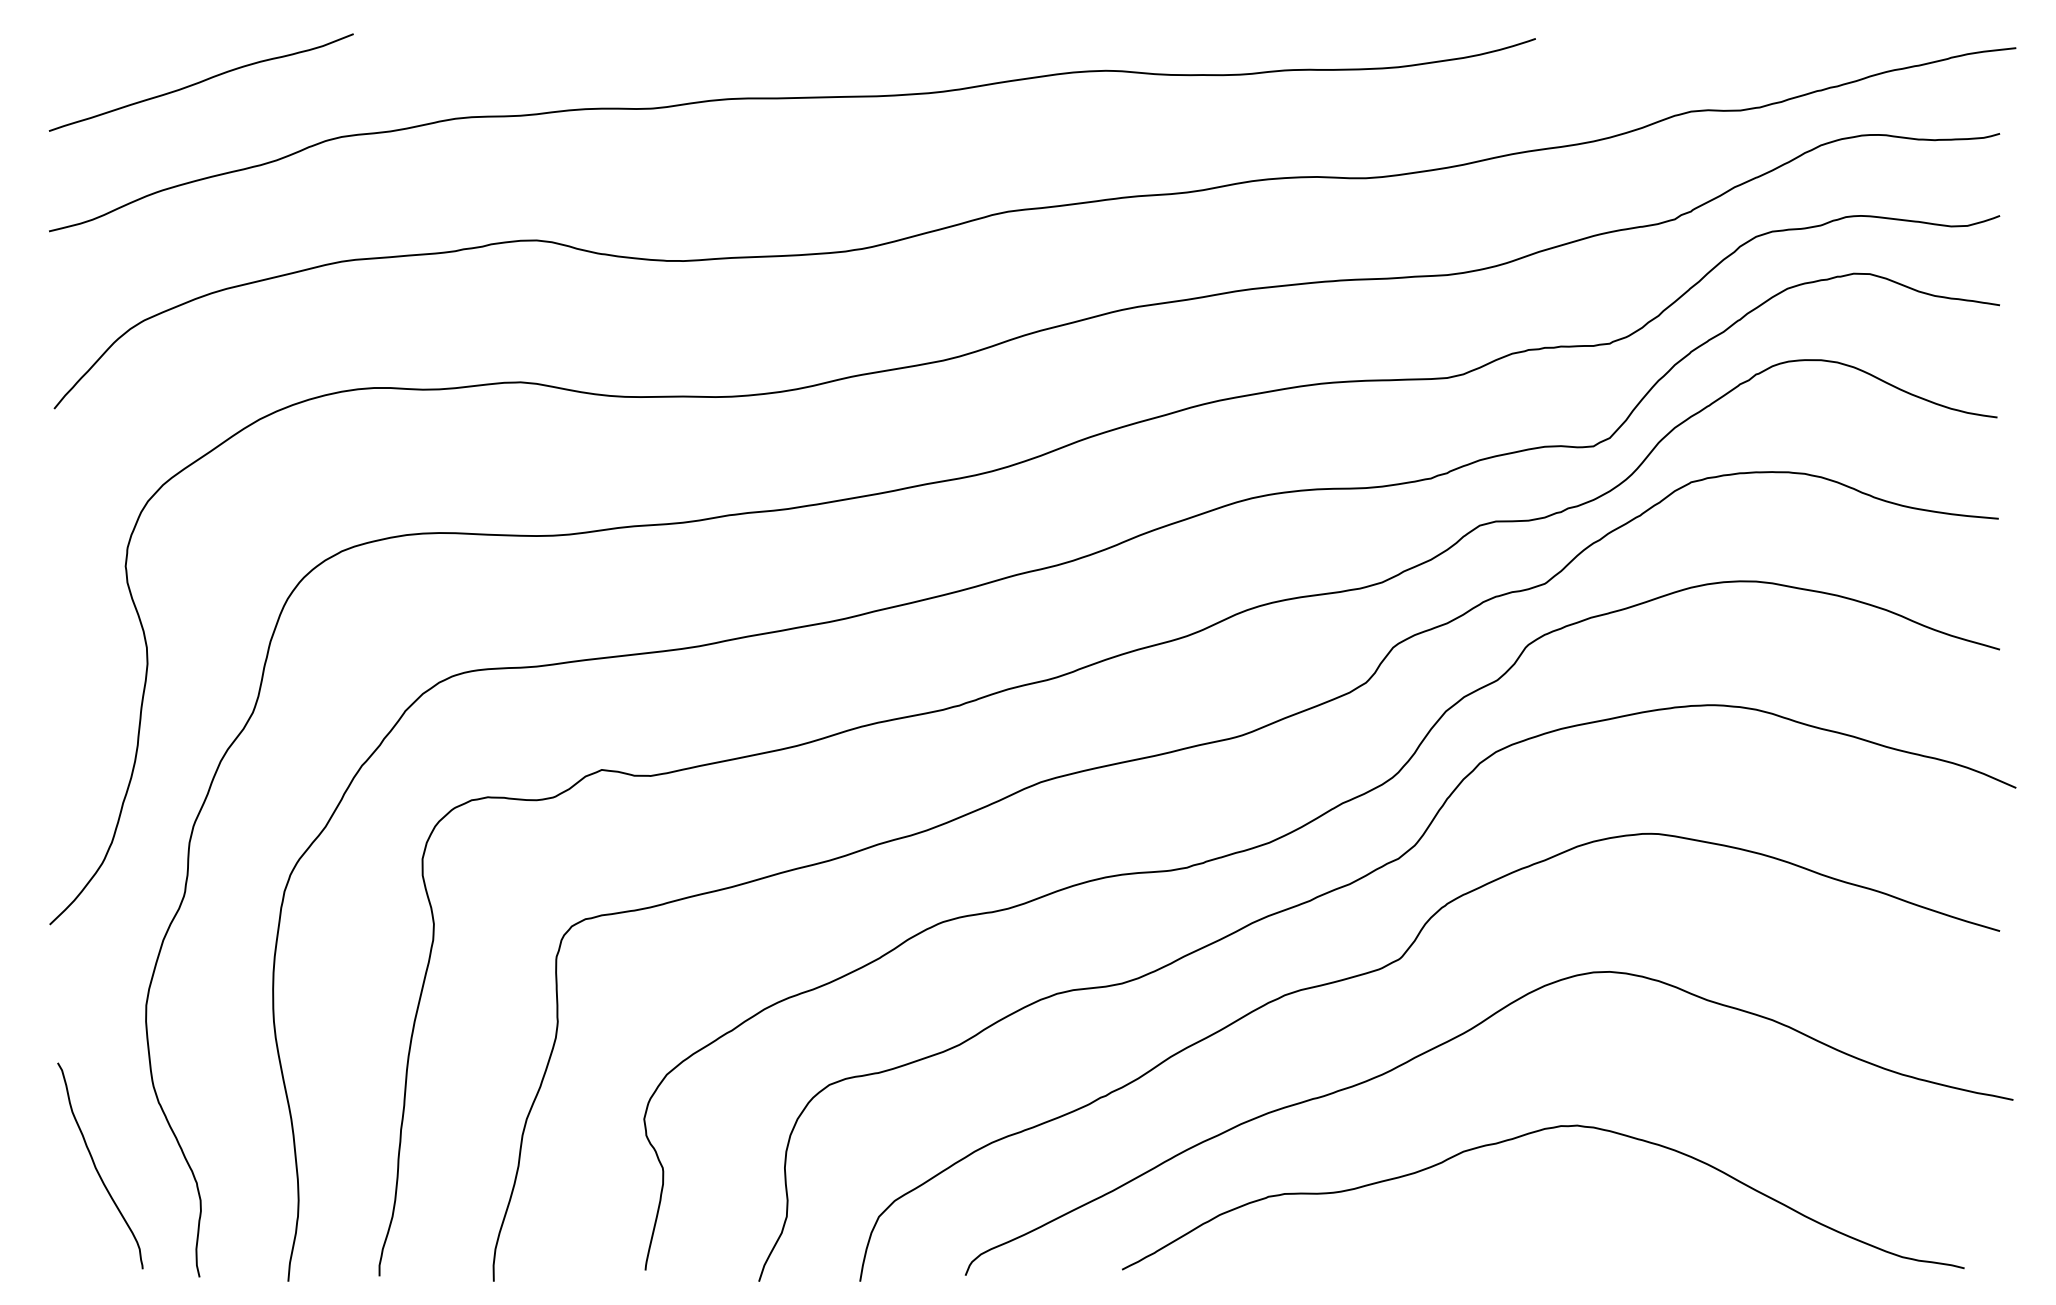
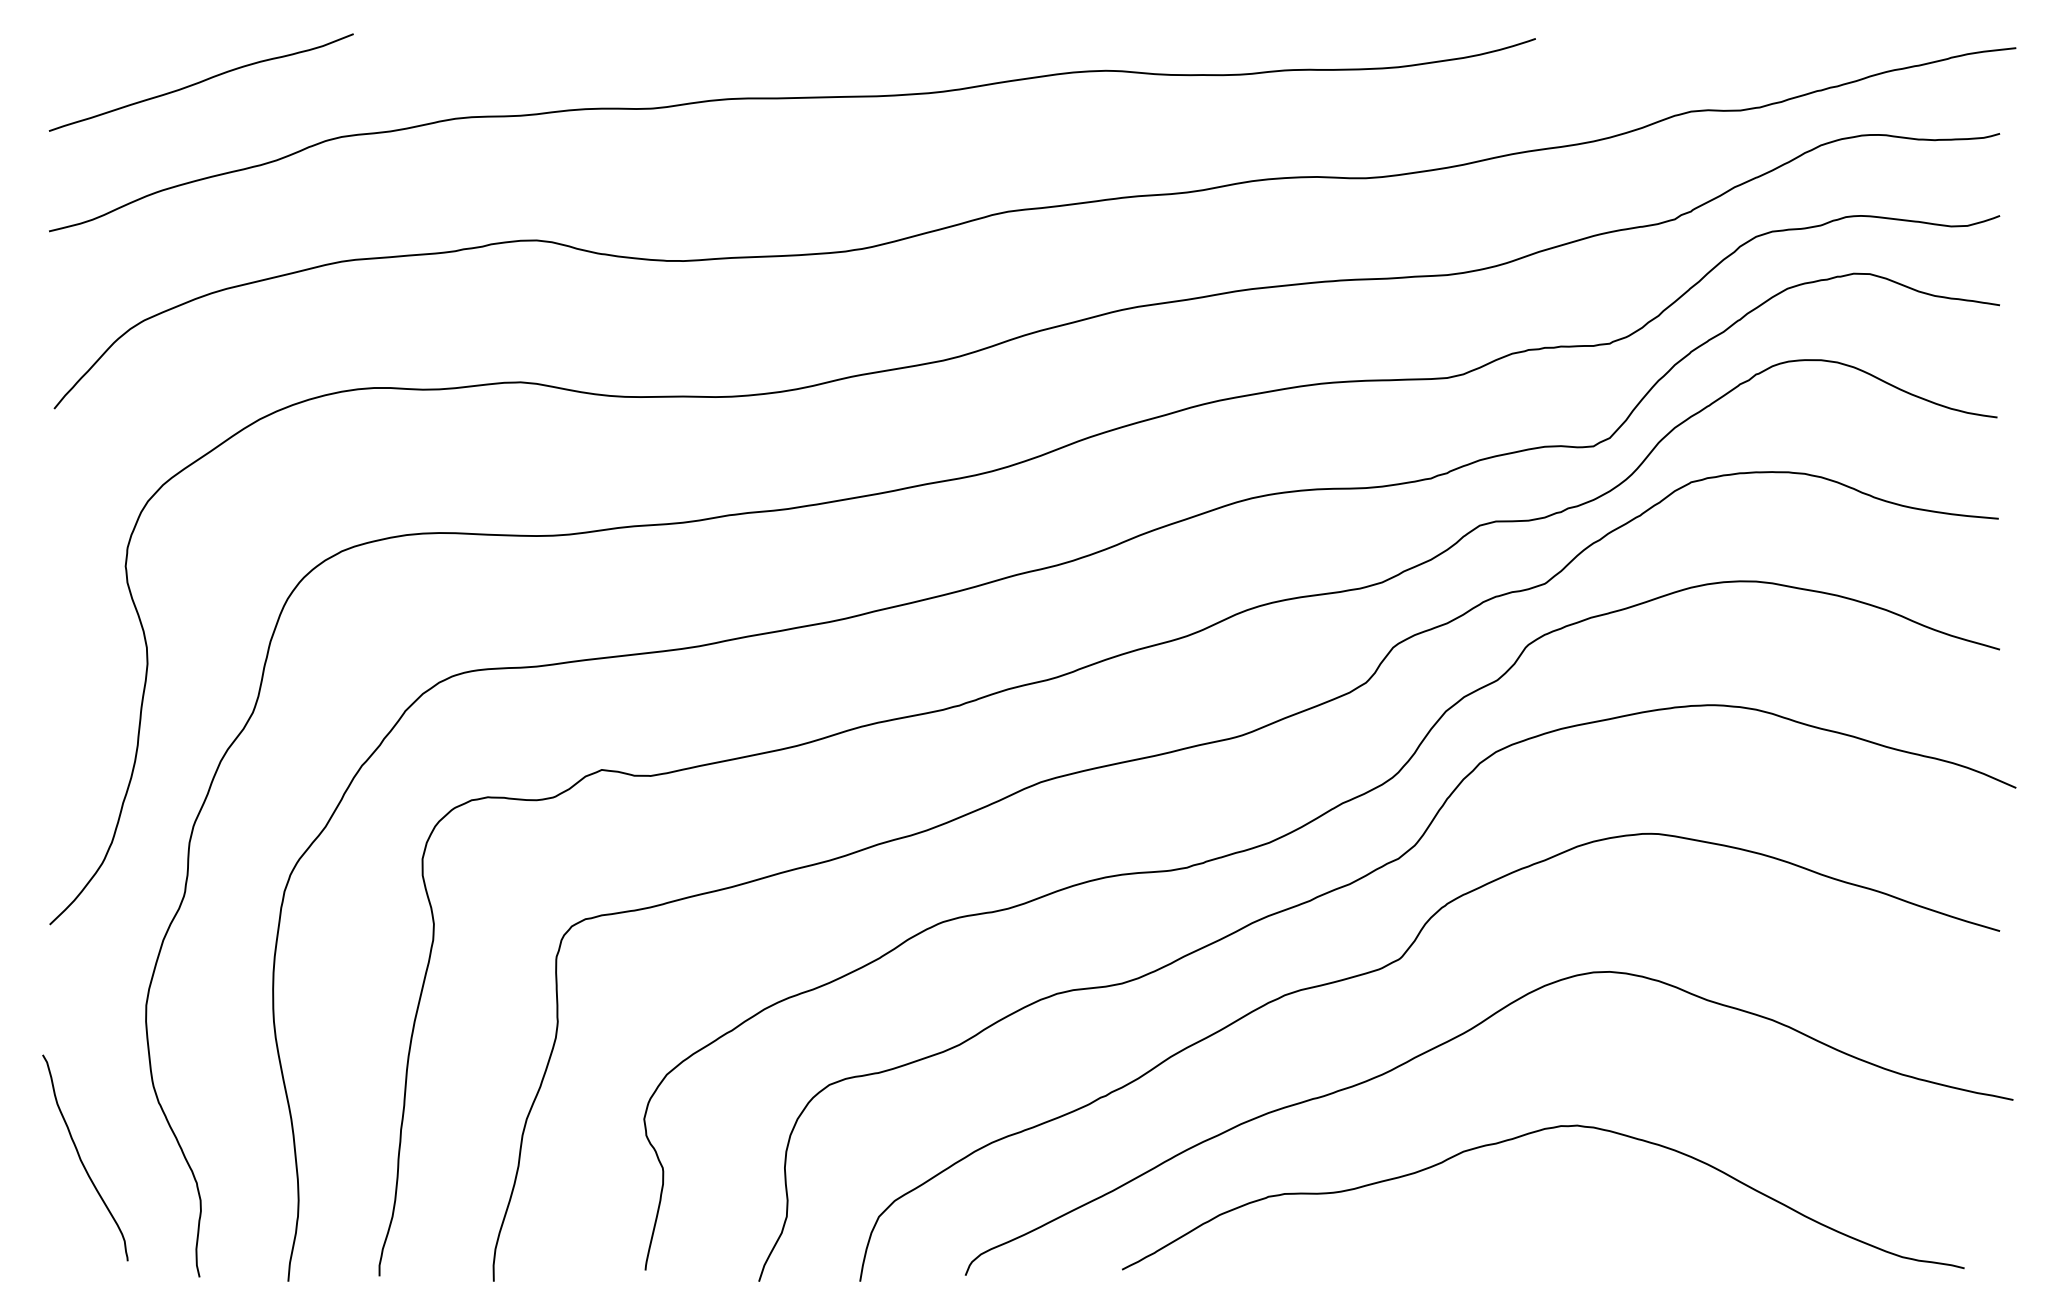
curve at (96, 1166) position: (96, 1166) -> (81, 1158)
